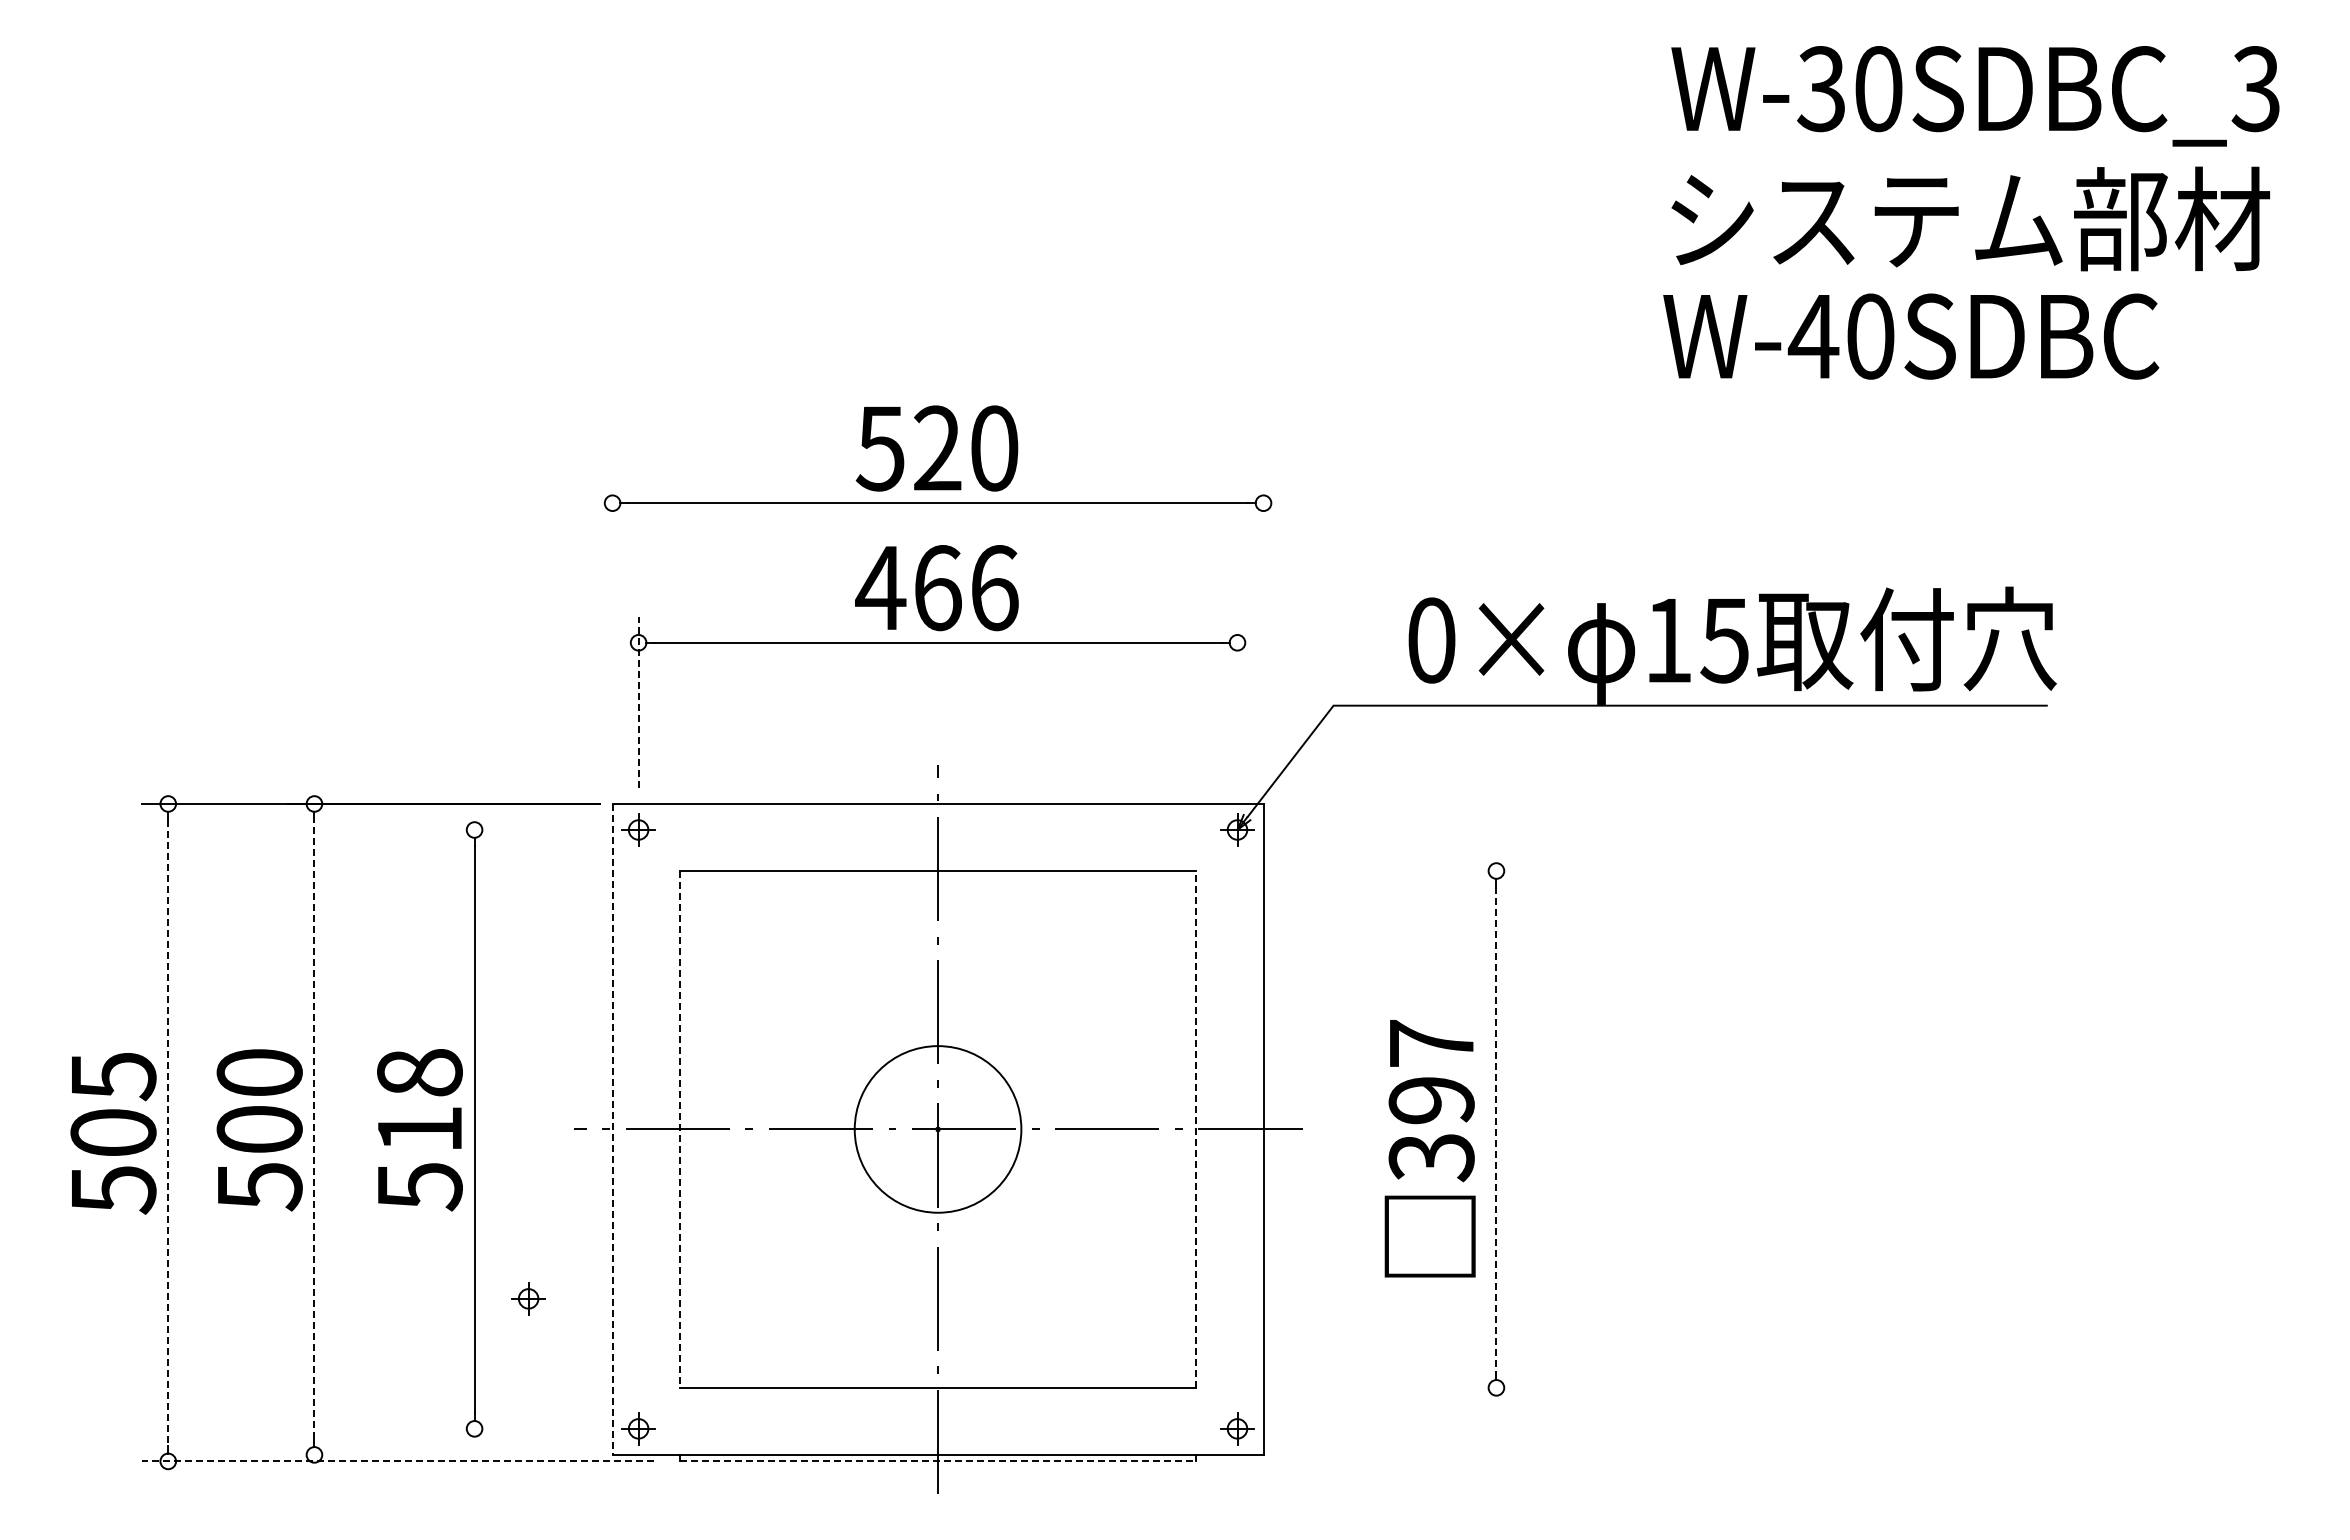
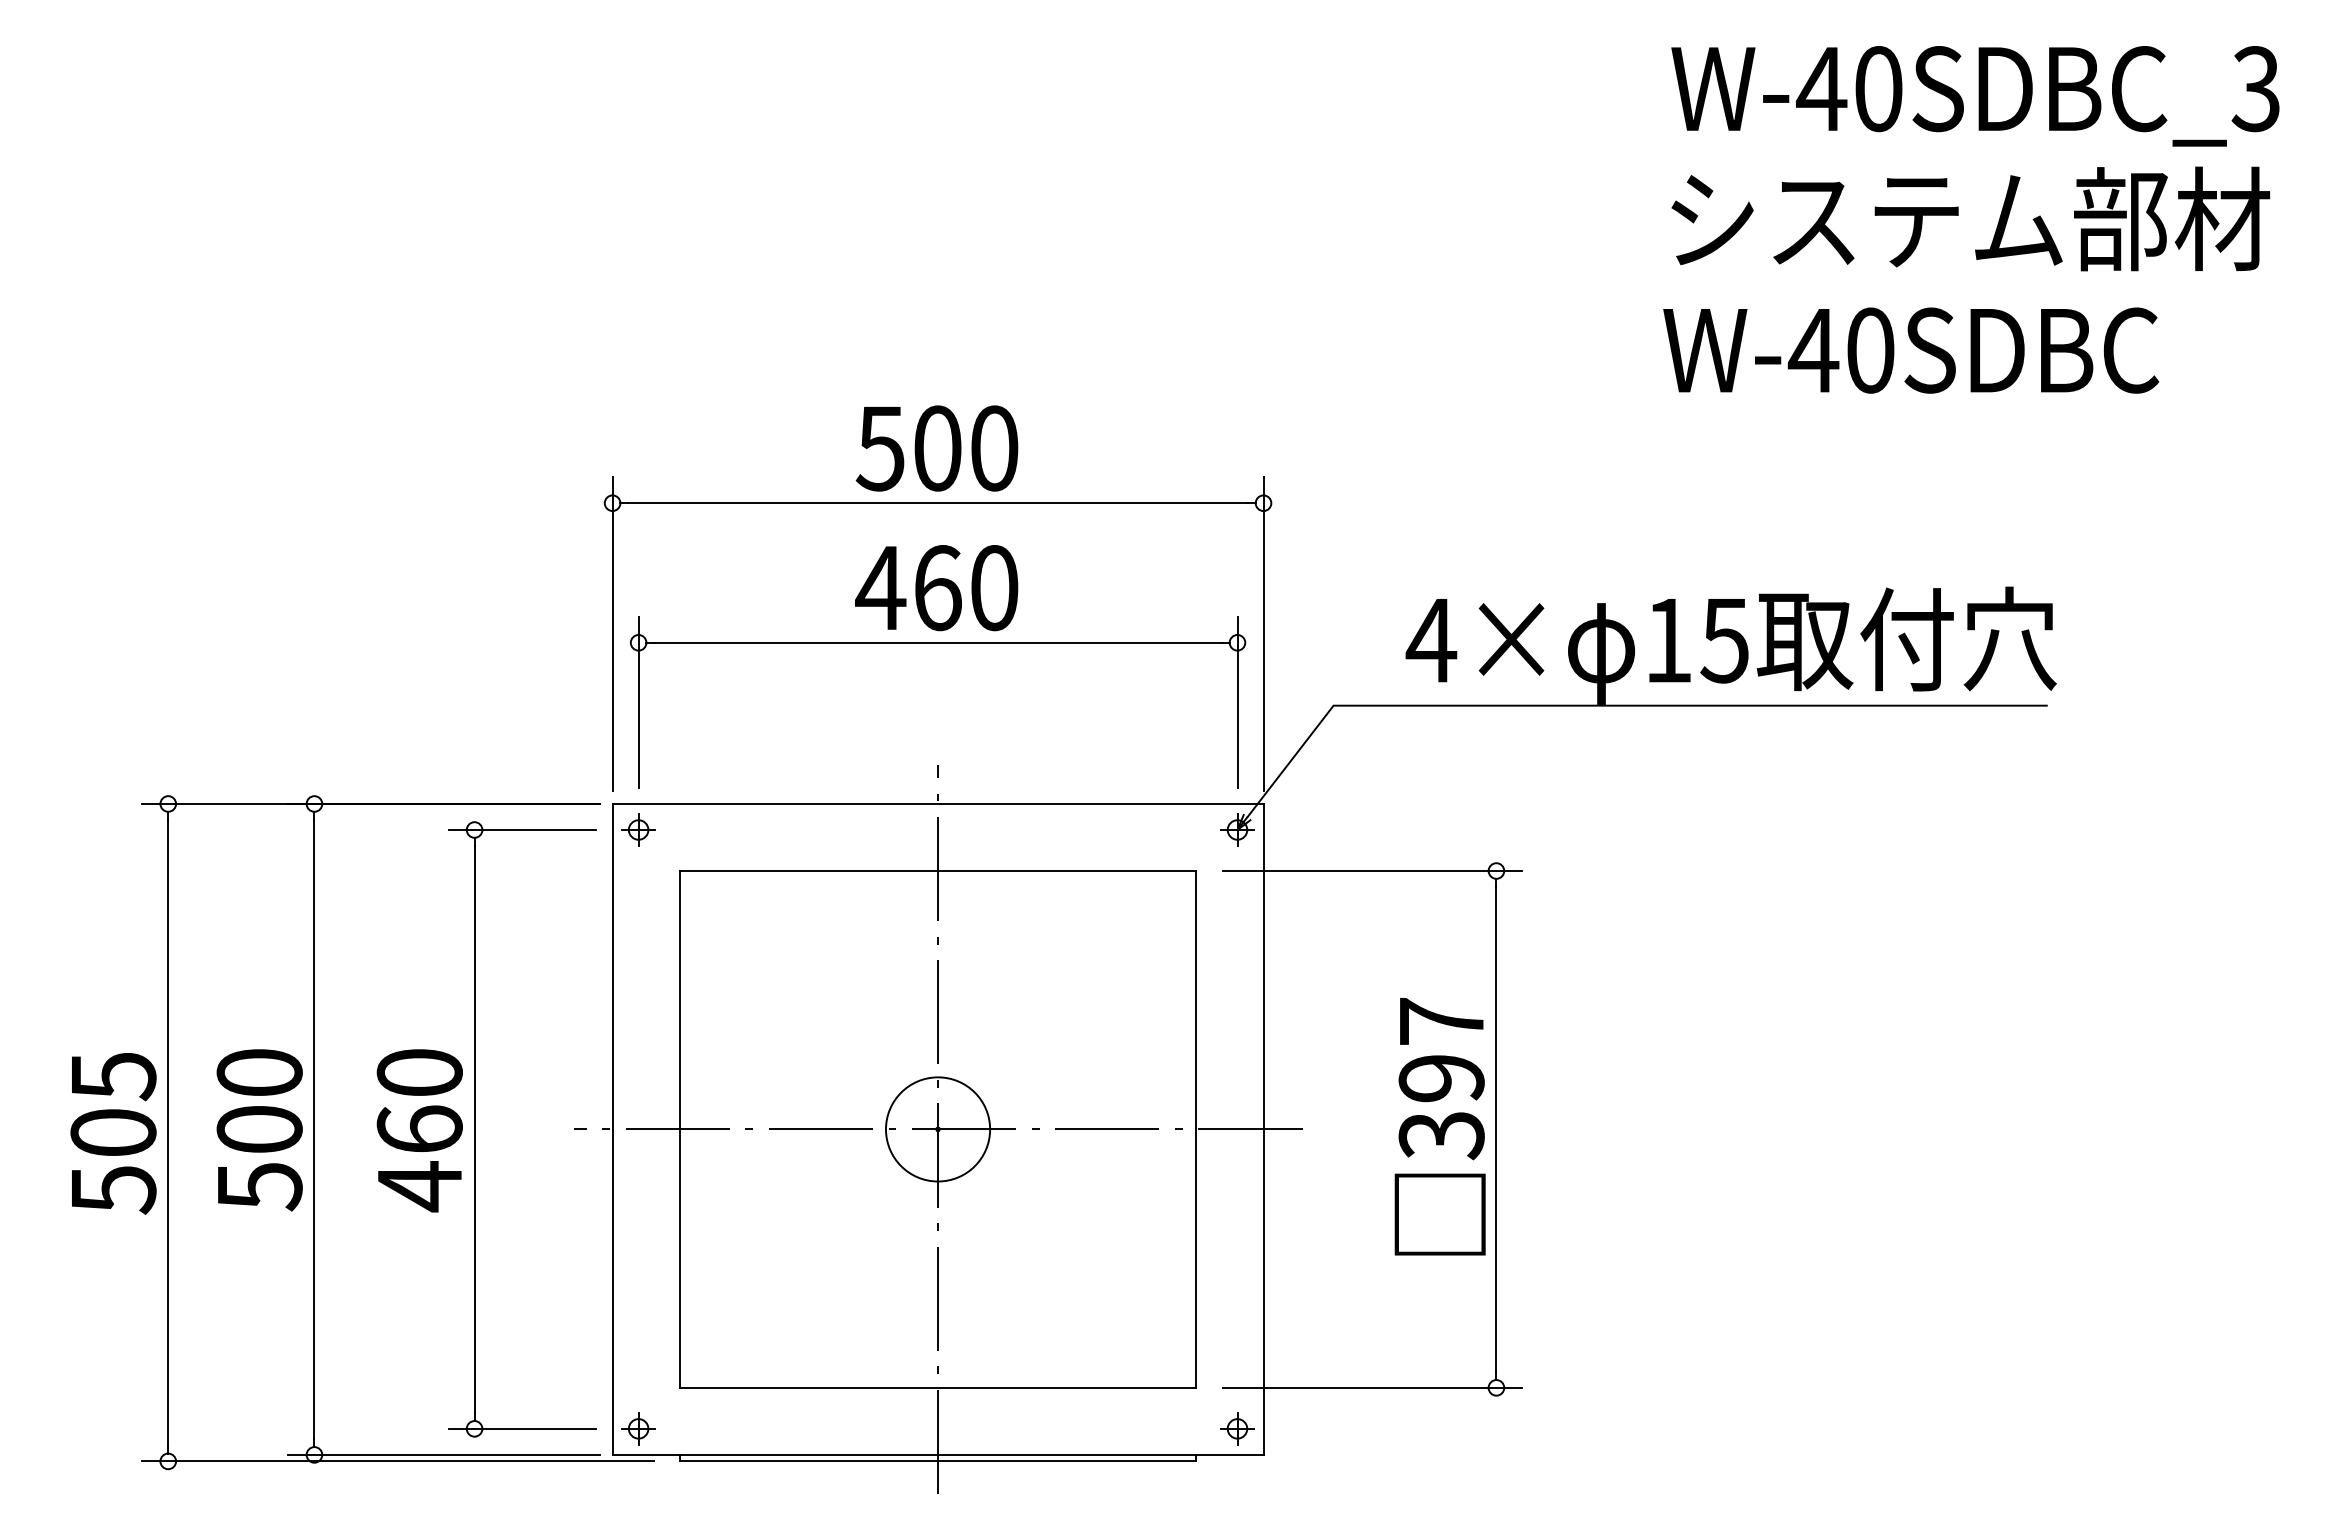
text at (1821, 89): W-30SDBC_3 -> W-40SDBC_3
text at (1911, 336) position: (1911, 336) -> (1911, 350)
text at (937, 448): 520 -> 500
text at (994, 588): 466 -> 460
line at (612, 633): none -> present
line at (1263, 633): none -> present
text at (1431, 640): 0× -> 4×
line at (638, 701): dashed -> solid
line at (1237, 701): none -> present
line at (522, 830): none -> present
line at (1372, 871): none -> present
line at (1196, 1128): dashed -> solid
line at (314, 1129): dashed -> solid
line at (612, 1129): dashed -> solid
line at (679, 1129): dashed -> solid
circle at (937, 1129) diameter: 167 px -> 104 px
line at (1496, 1129): dashed -> solid
text at (419, 1130): 518 -> 460
line at (168, 1133): dashed -> solid
text at (1429, 1148) position: (1429, 1148) -> (1439, 1126)
part at (528, 1298): present -> none
line at (1372, 1387): none -> present
line at (522, 1428): none -> present
line at (443, 1454): none -> present
line at (397, 1461): dashed -> solid
line at (938, 1461): dashed -> solid
